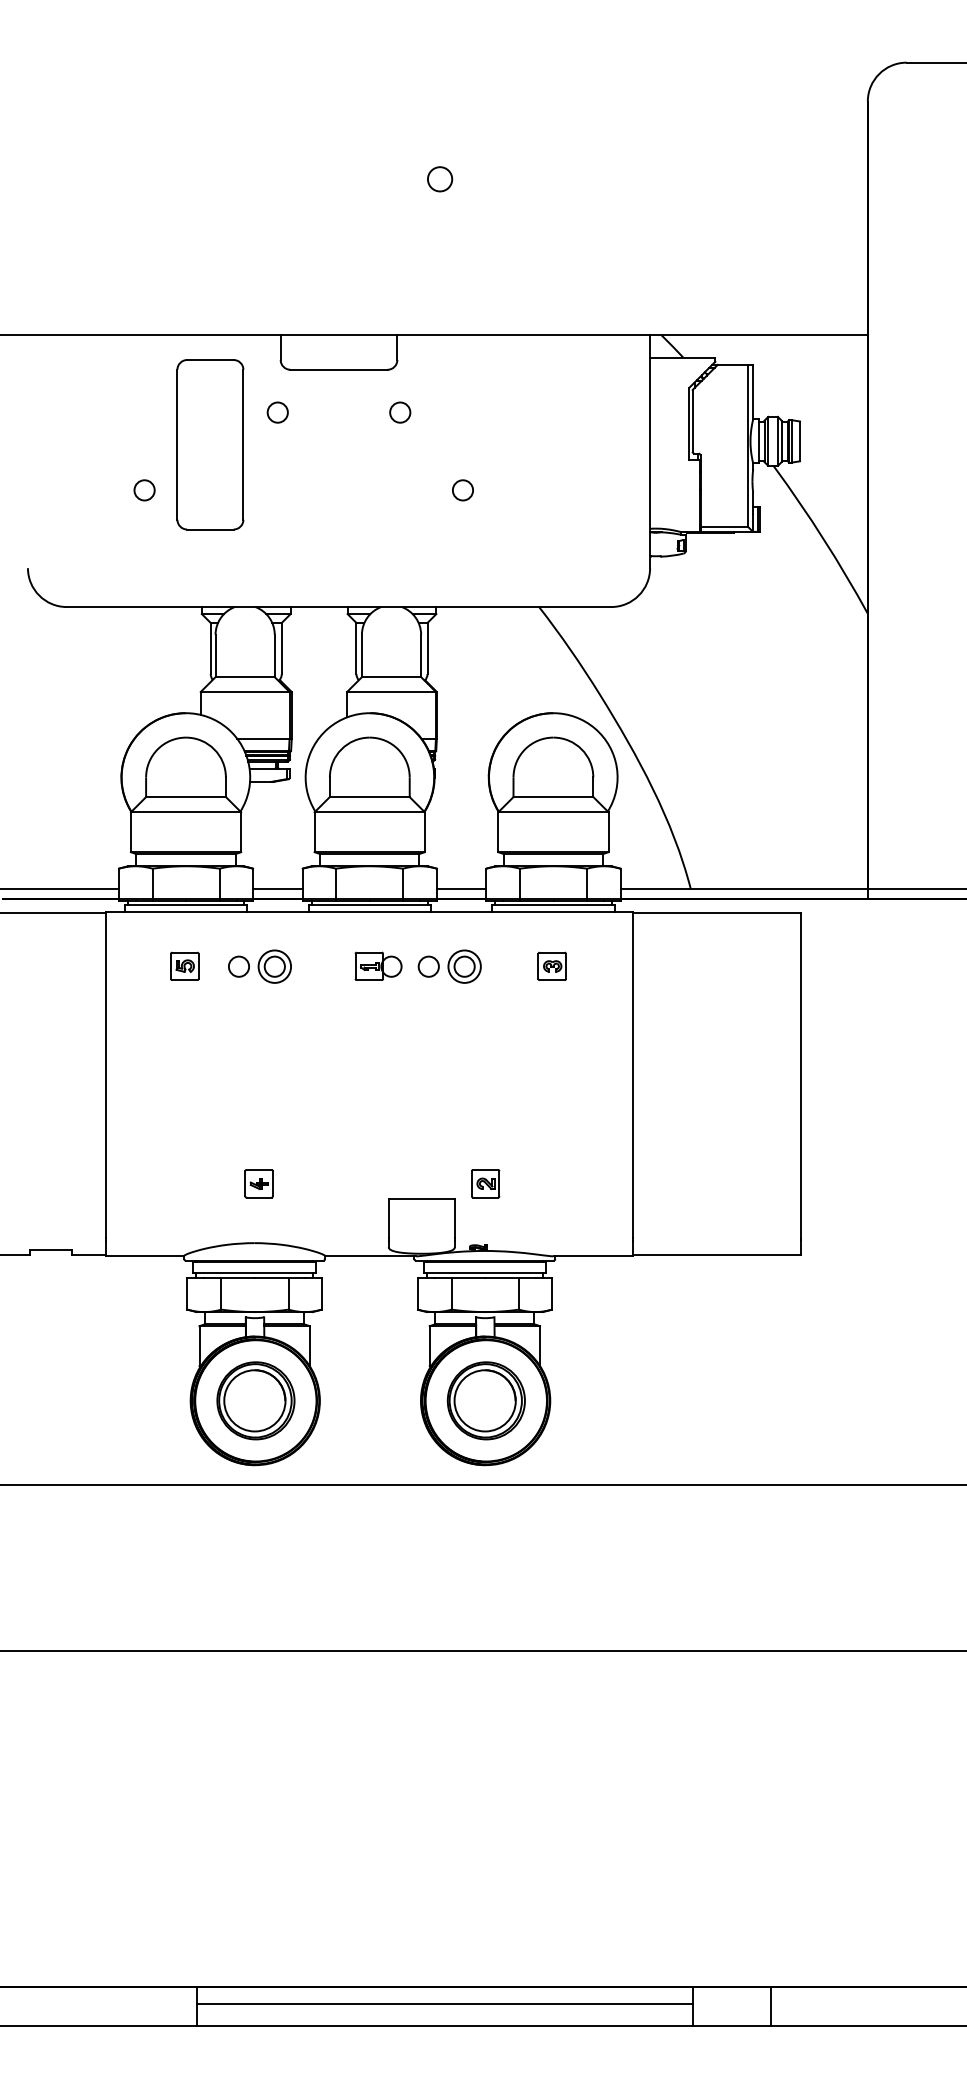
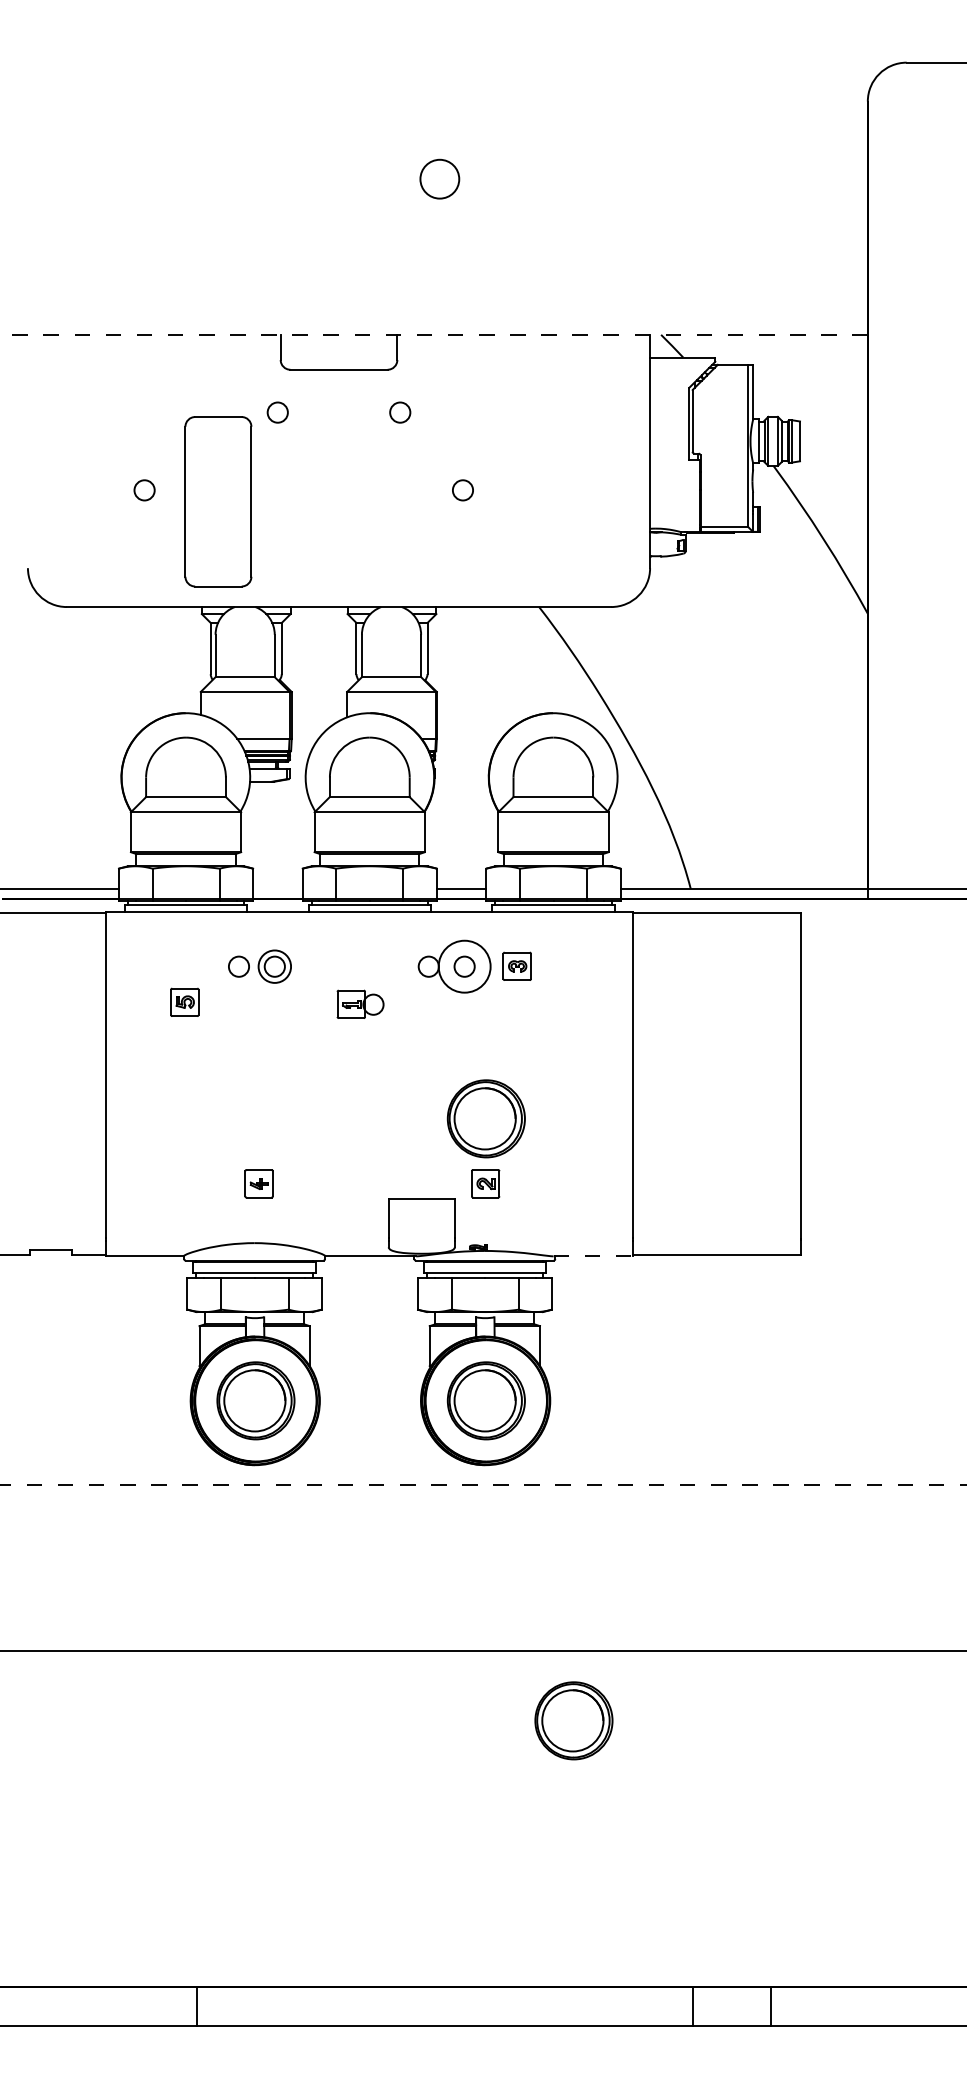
circle at (440, 179) size: 27x27 px -> 42x42 px
line at (433, 334): solid -> dashed
part at (210, 444) position: (210, 444) -> (218, 501)
line at (277, 888): present -> none
part at (184, 965) position: (184, 965) -> (184, 1001)
part at (378, 965) position: (378, 965) -> (360, 1003)
part at (551, 965) position: (551, 965) -> (516, 965)
circle at (464, 966) diameter: 32 px -> 52 px
part at (485, 1118): none -> present
line at (593, 1256): solid -> dashed
line at (483, 1485): solid -> dashed
part at (573, 1720): none -> present
line at (444, 2003): present -> none
